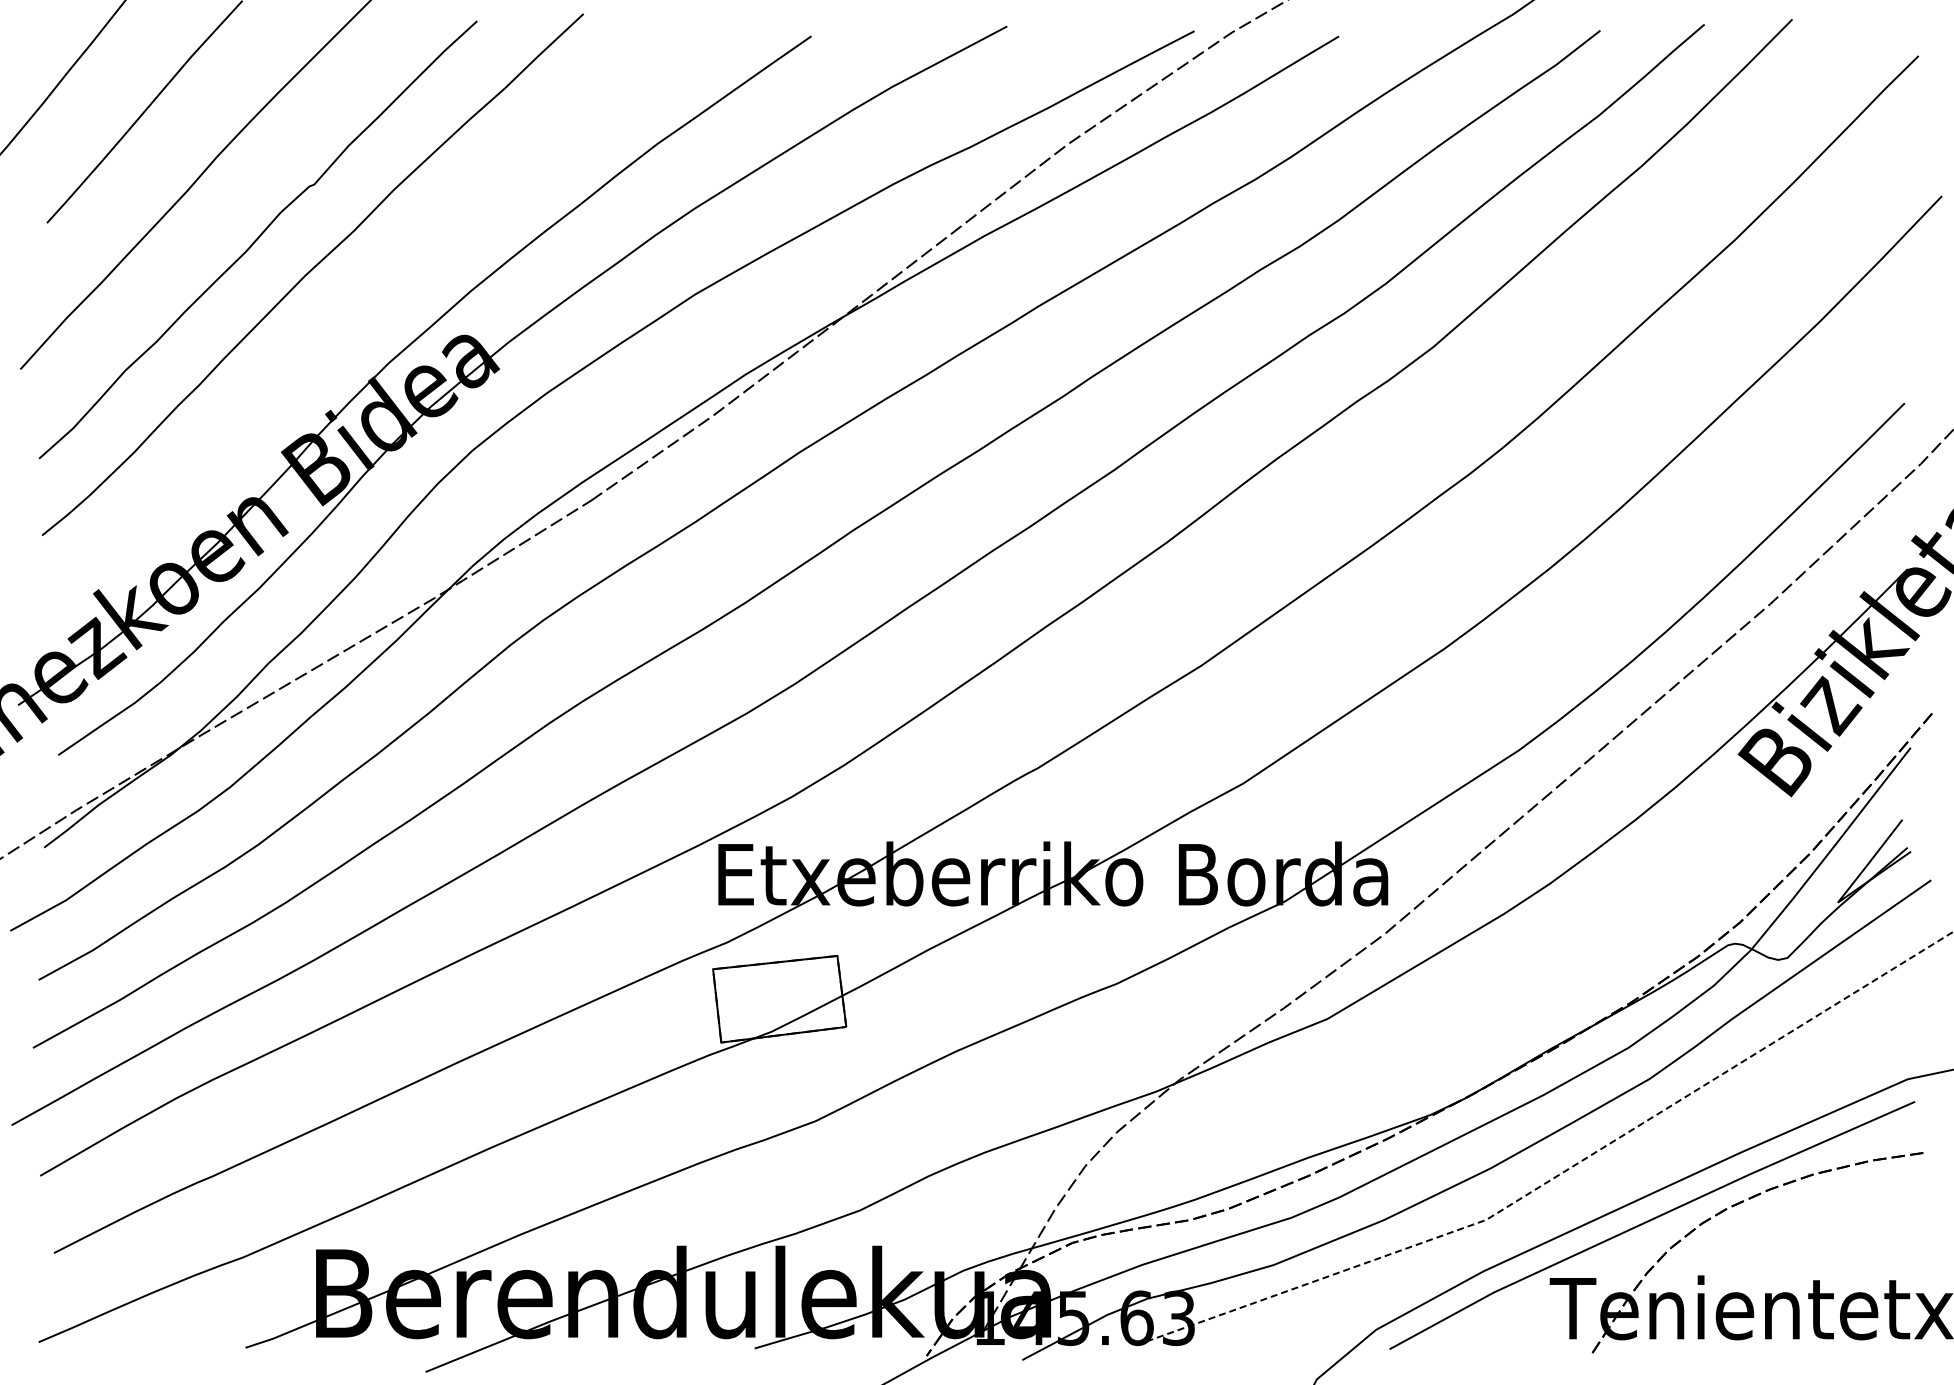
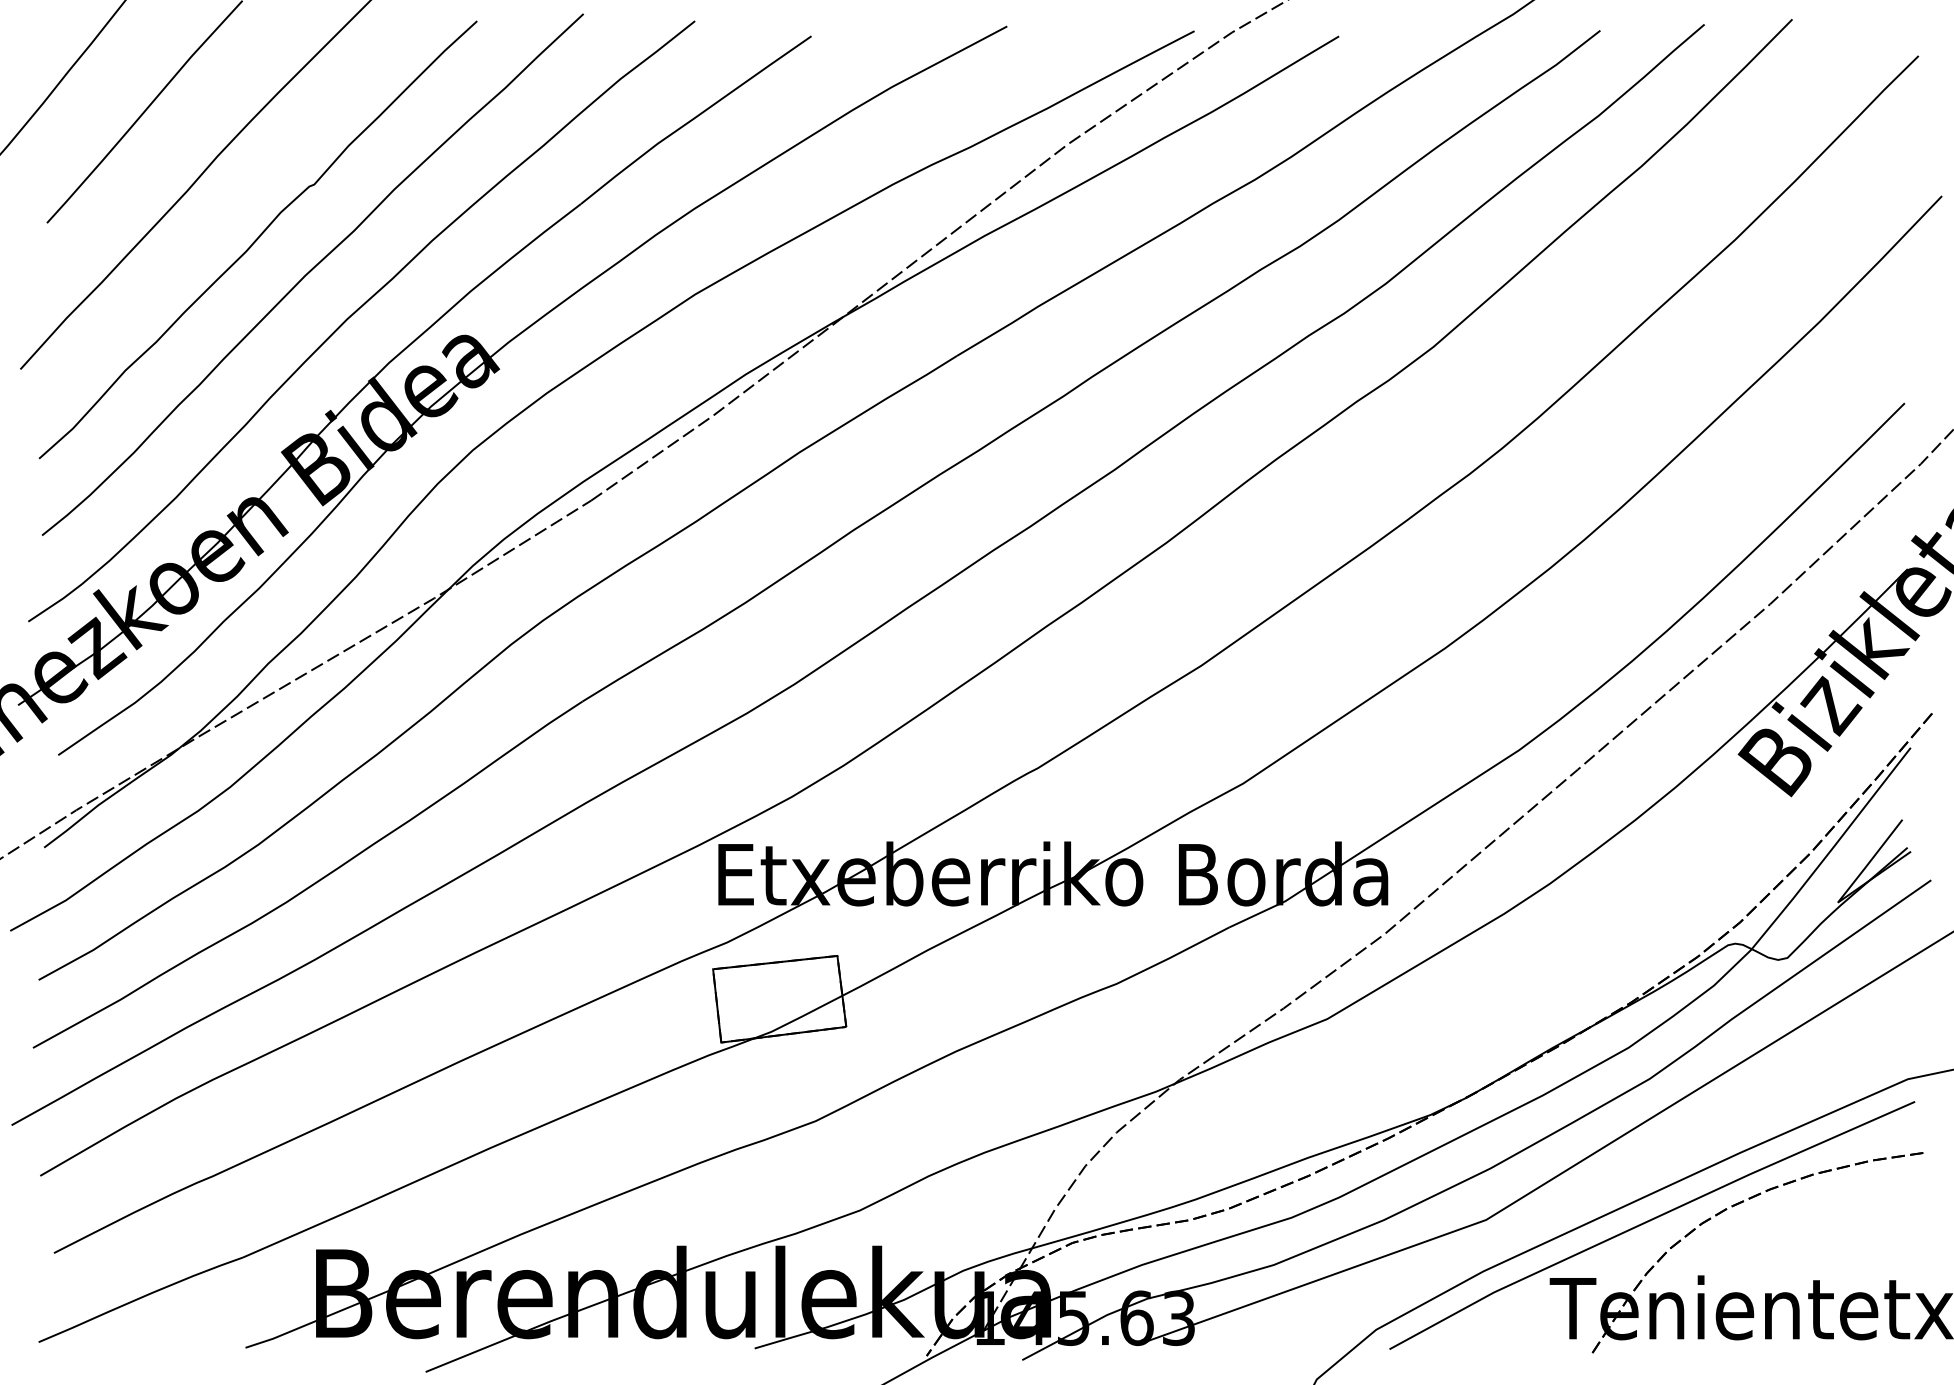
curve at (354, 314): none -> present
line at (1561, 1173): dashed -> solid
